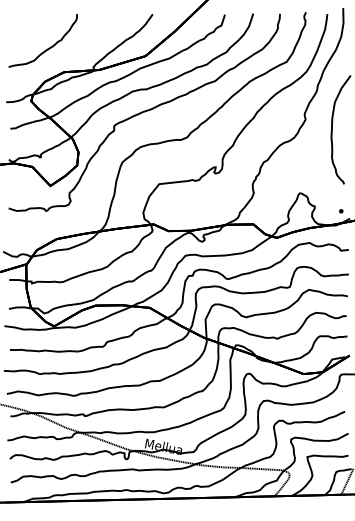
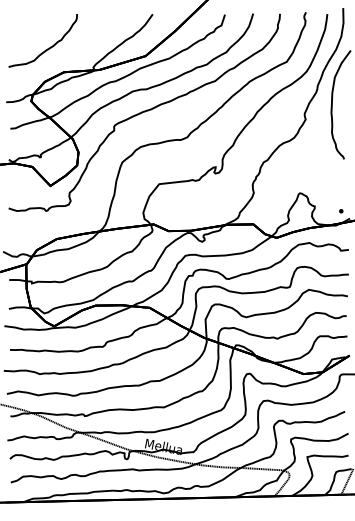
curve at (332, 129) position: (332, 129) -> (332, 104)
